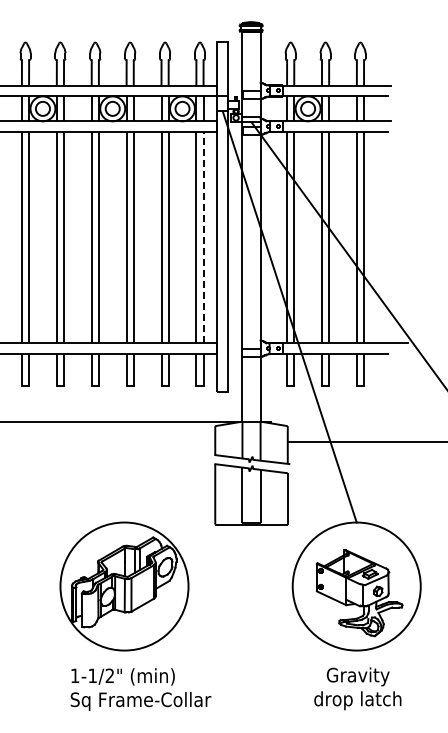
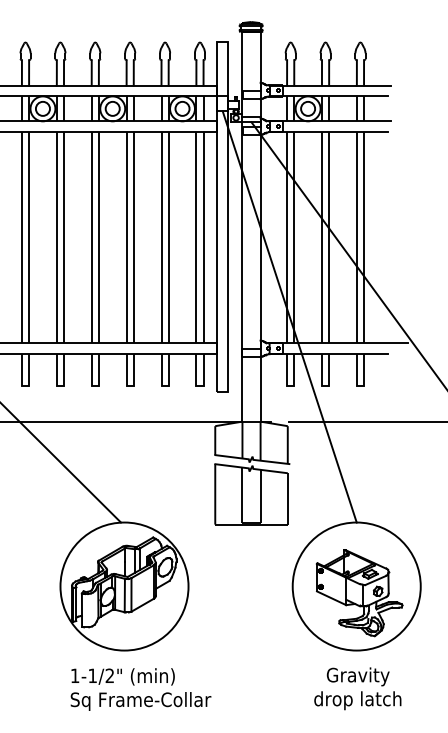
line at (203, 237): dashed -> solid
line at (366, 441) position: (366, 441) -> (366, 421)
line at (61, 463): none -> present
